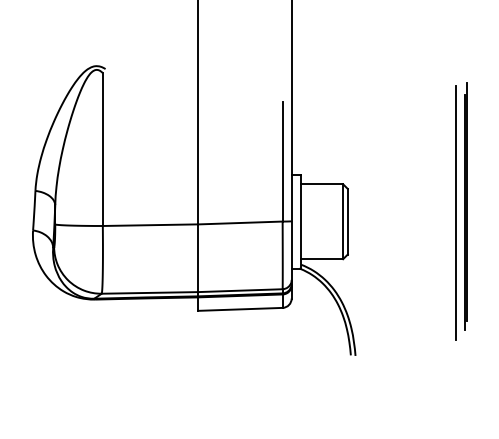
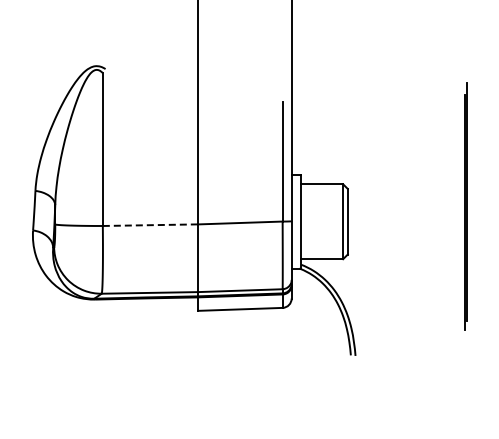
line at (455, 212): present -> none
line at (150, 225): solid -> dashed
